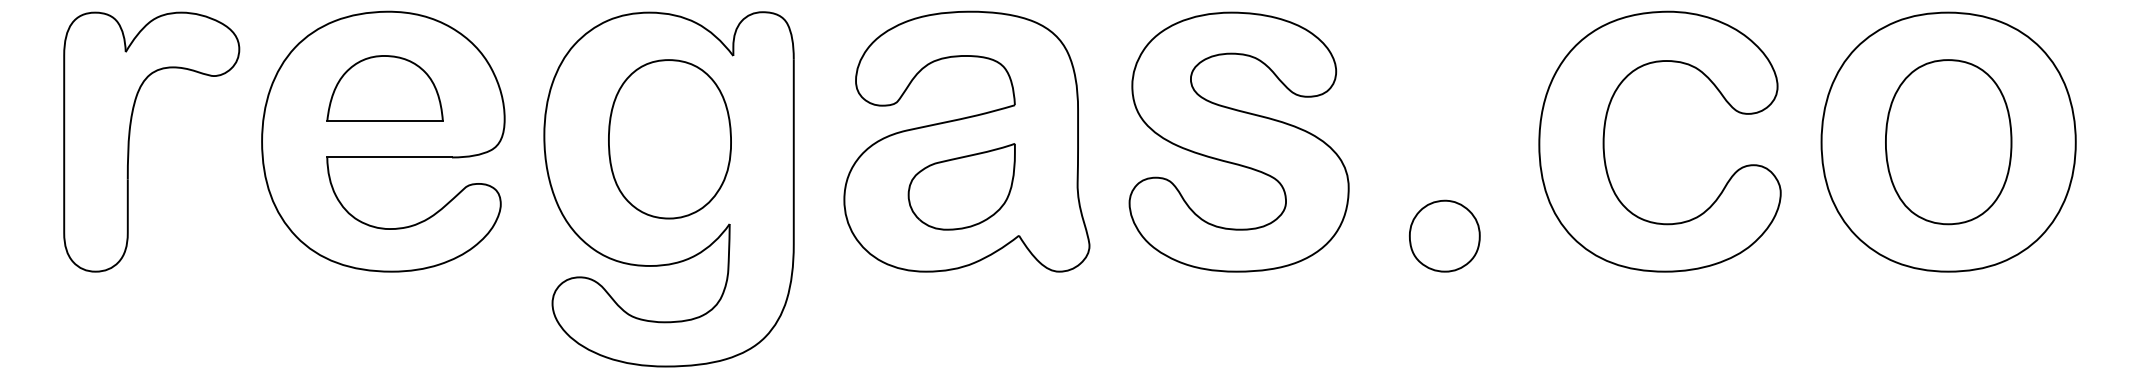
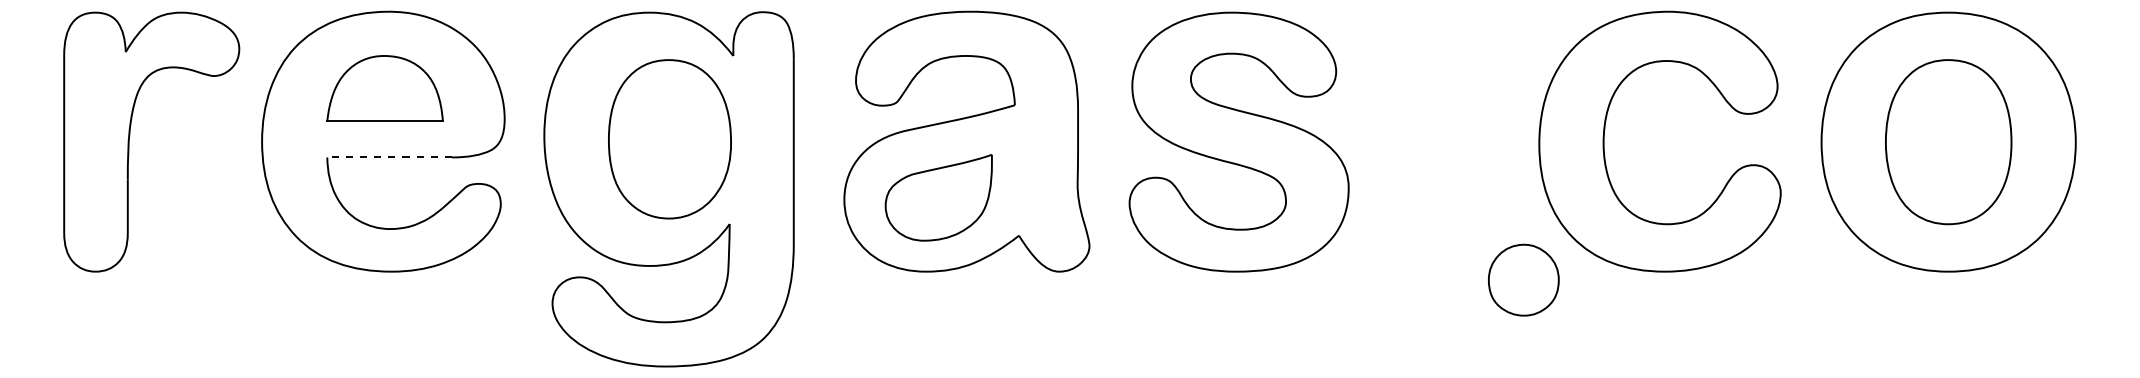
line at (389, 157): solid -> dashed
part at (961, 186) position: (961, 186) -> (938, 197)
part at (1444, 235) position: (1444, 235) -> (1523, 279)
